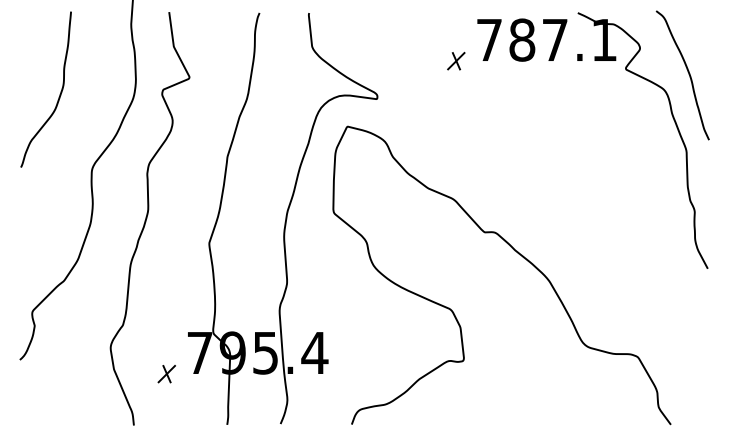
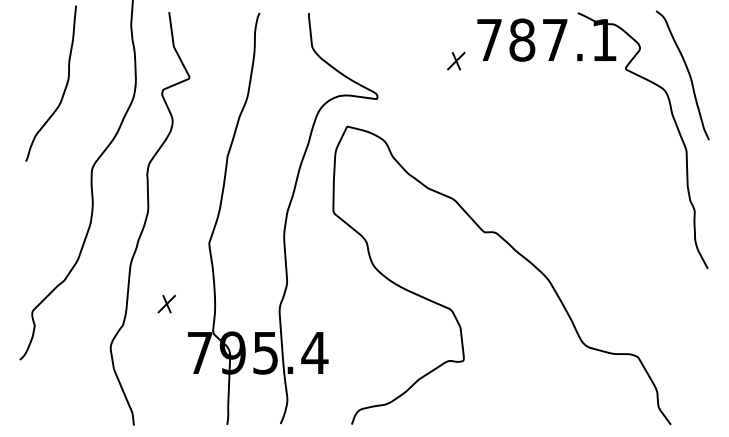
curve at (59, 94) position: (59, 94) -> (64, 88)
part at (166, 374) position: (166, 374) -> (166, 304)
